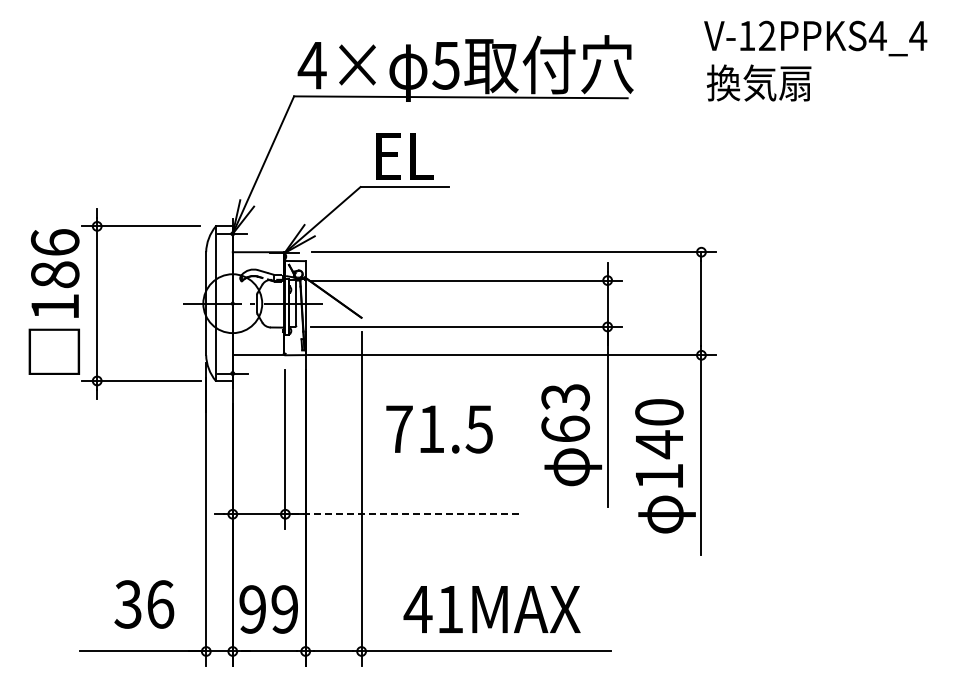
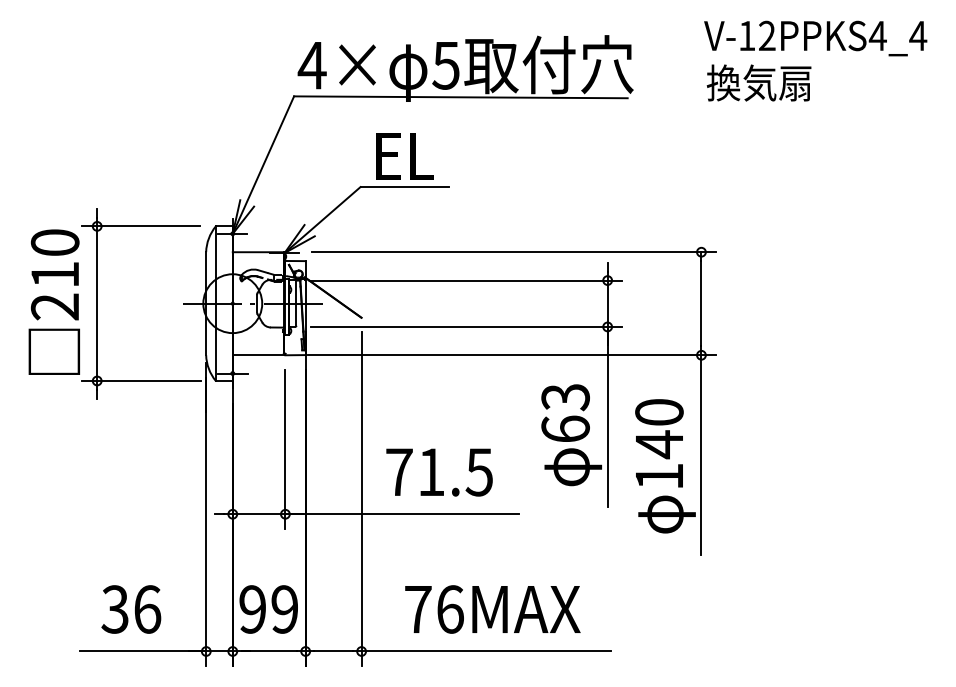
text at (54, 274): 186 -> 210
text at (439, 429) position: (439, 429) -> (439, 472)
line at (402, 514): dashed -> solid
text at (144, 604) position: (144, 604) -> (131, 609)
text at (433, 609): 41MAX -> 76MAX
